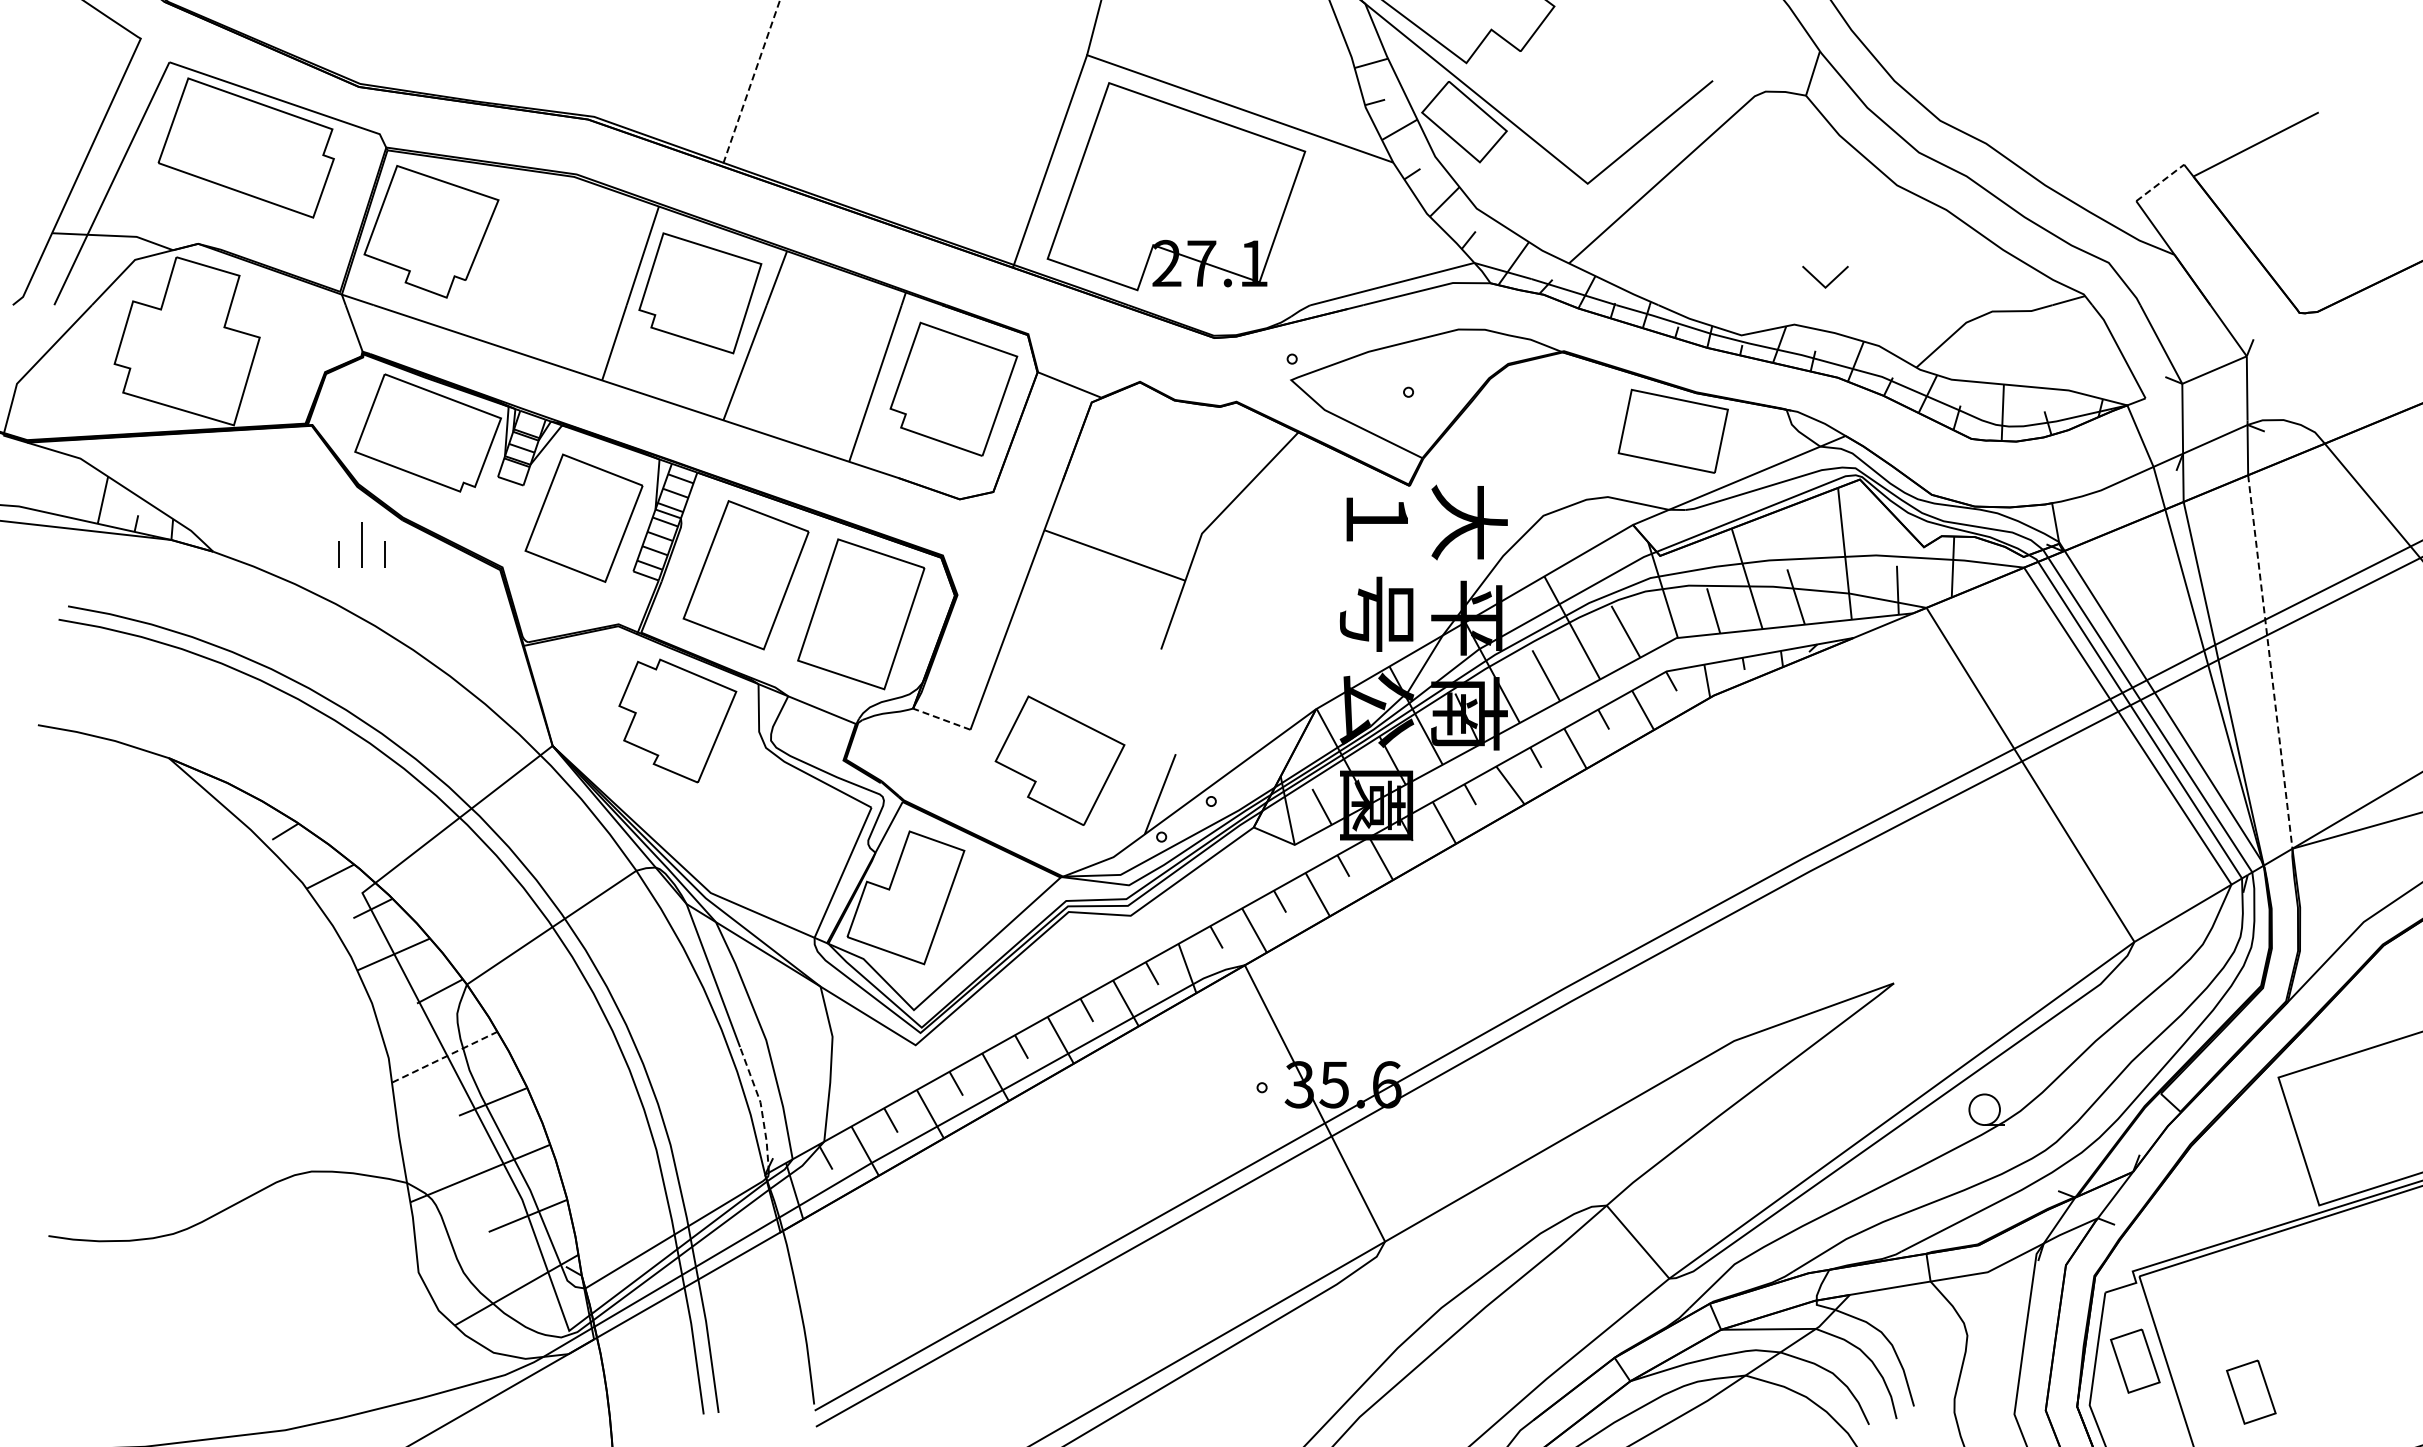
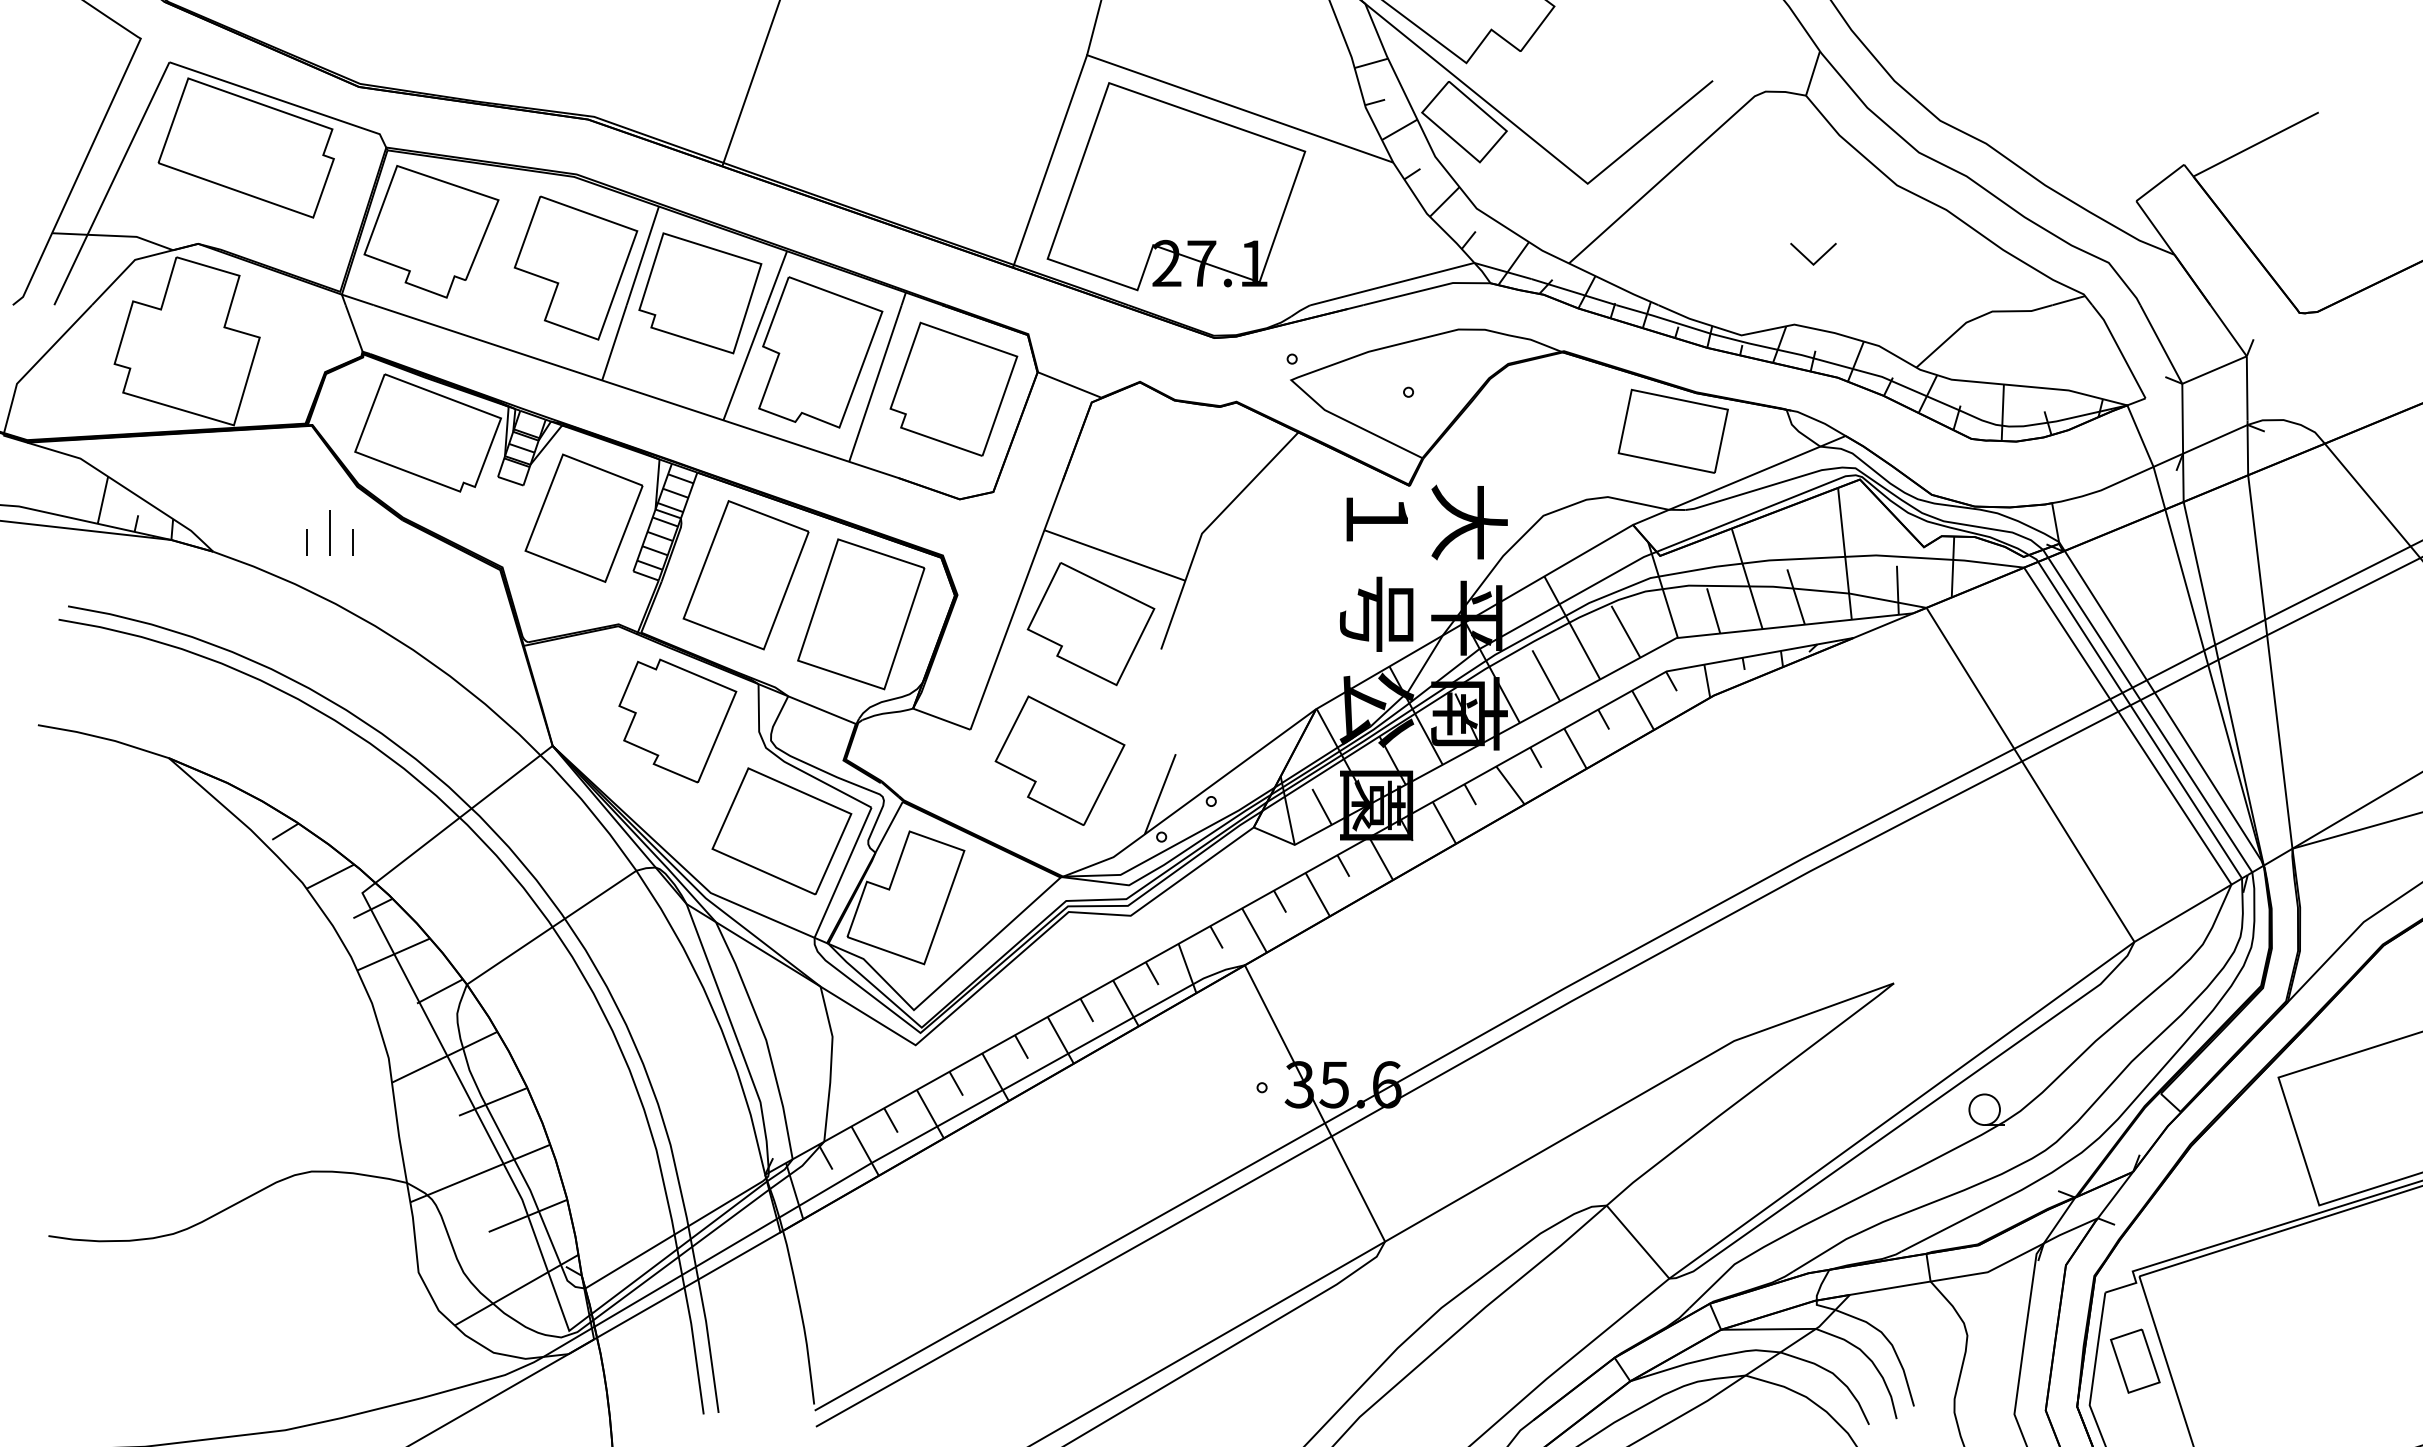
line at (751, 83): dashed -> solid
line at (2160, 182): dashed -> solid
part at (575, 267): none -> present
part at (1820, 281) position: (1820, 281) -> (1808, 258)
part at (820, 352): none -> present
part at (361, 544) position: (361, 544) -> (329, 532)
part at (1090, 624): none -> present
line at (2270, 661): dashed -> solid
line at (941, 719): dashed -> solid
part at (781, 831): none -> present
line at (444, 1057): dashed -> solid
line at (761, 1108): dashed -> solid
part at (2251, 1391): present -> none
